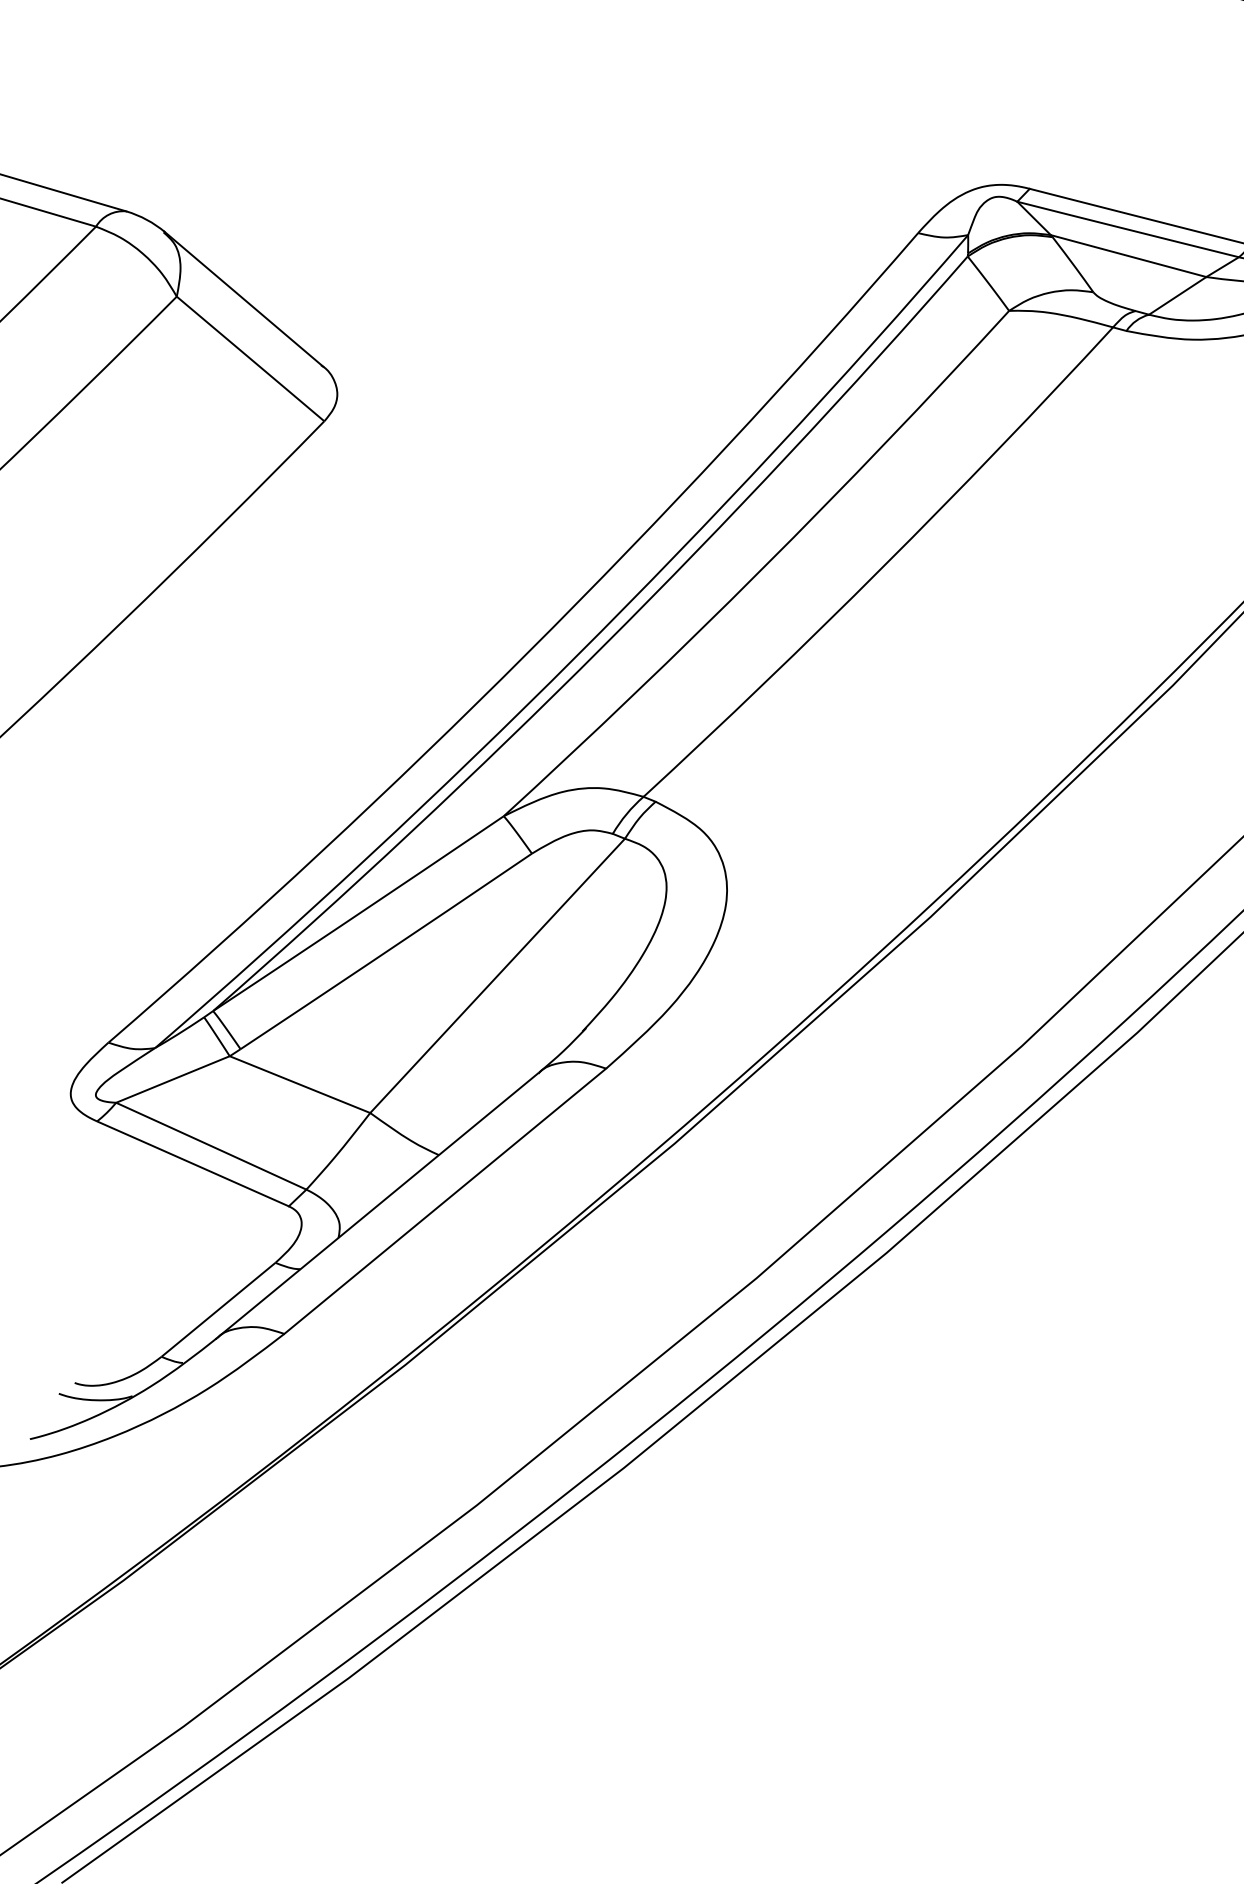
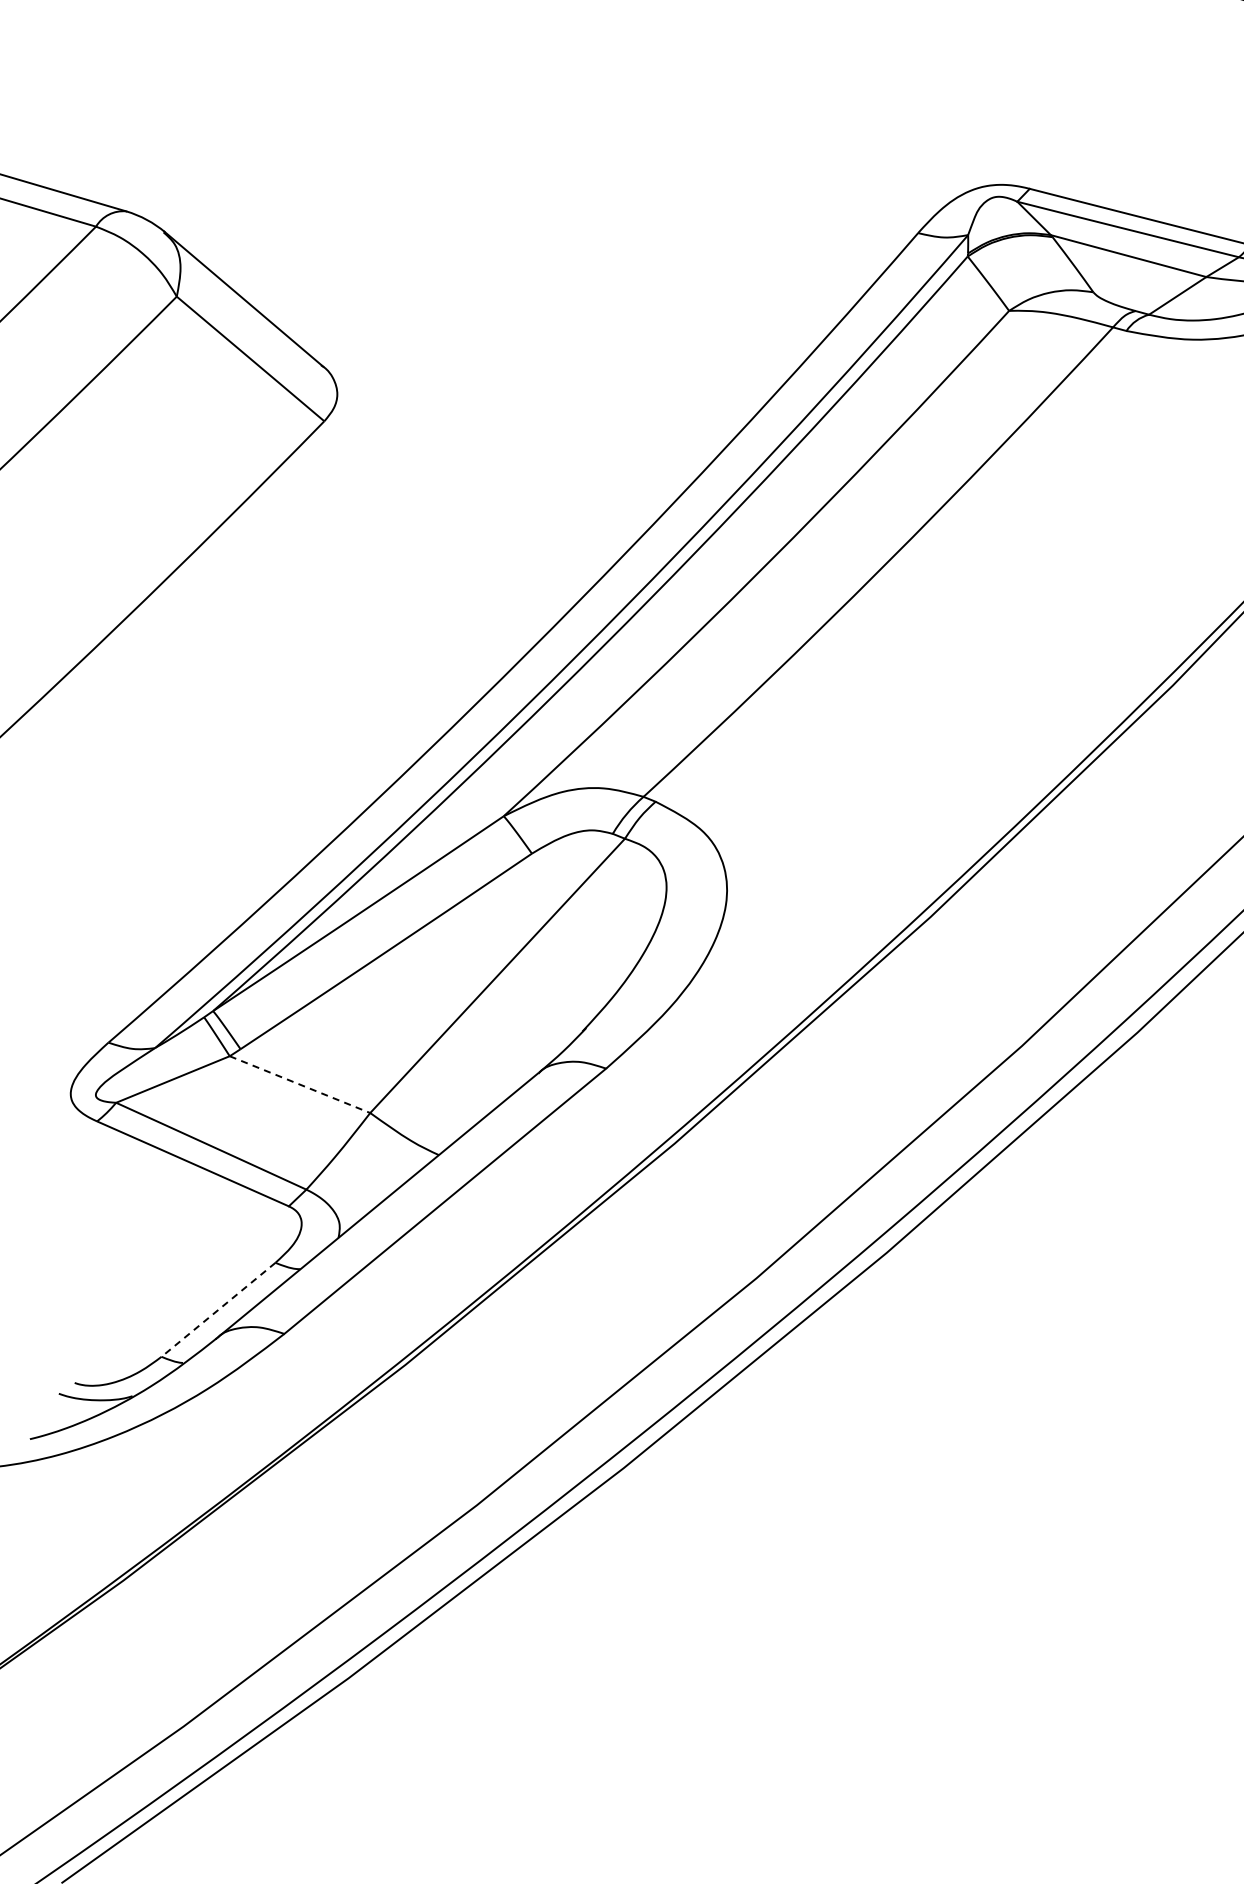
line at (300, 1084): solid -> dashed
line at (217, 1310): solid -> dashed
